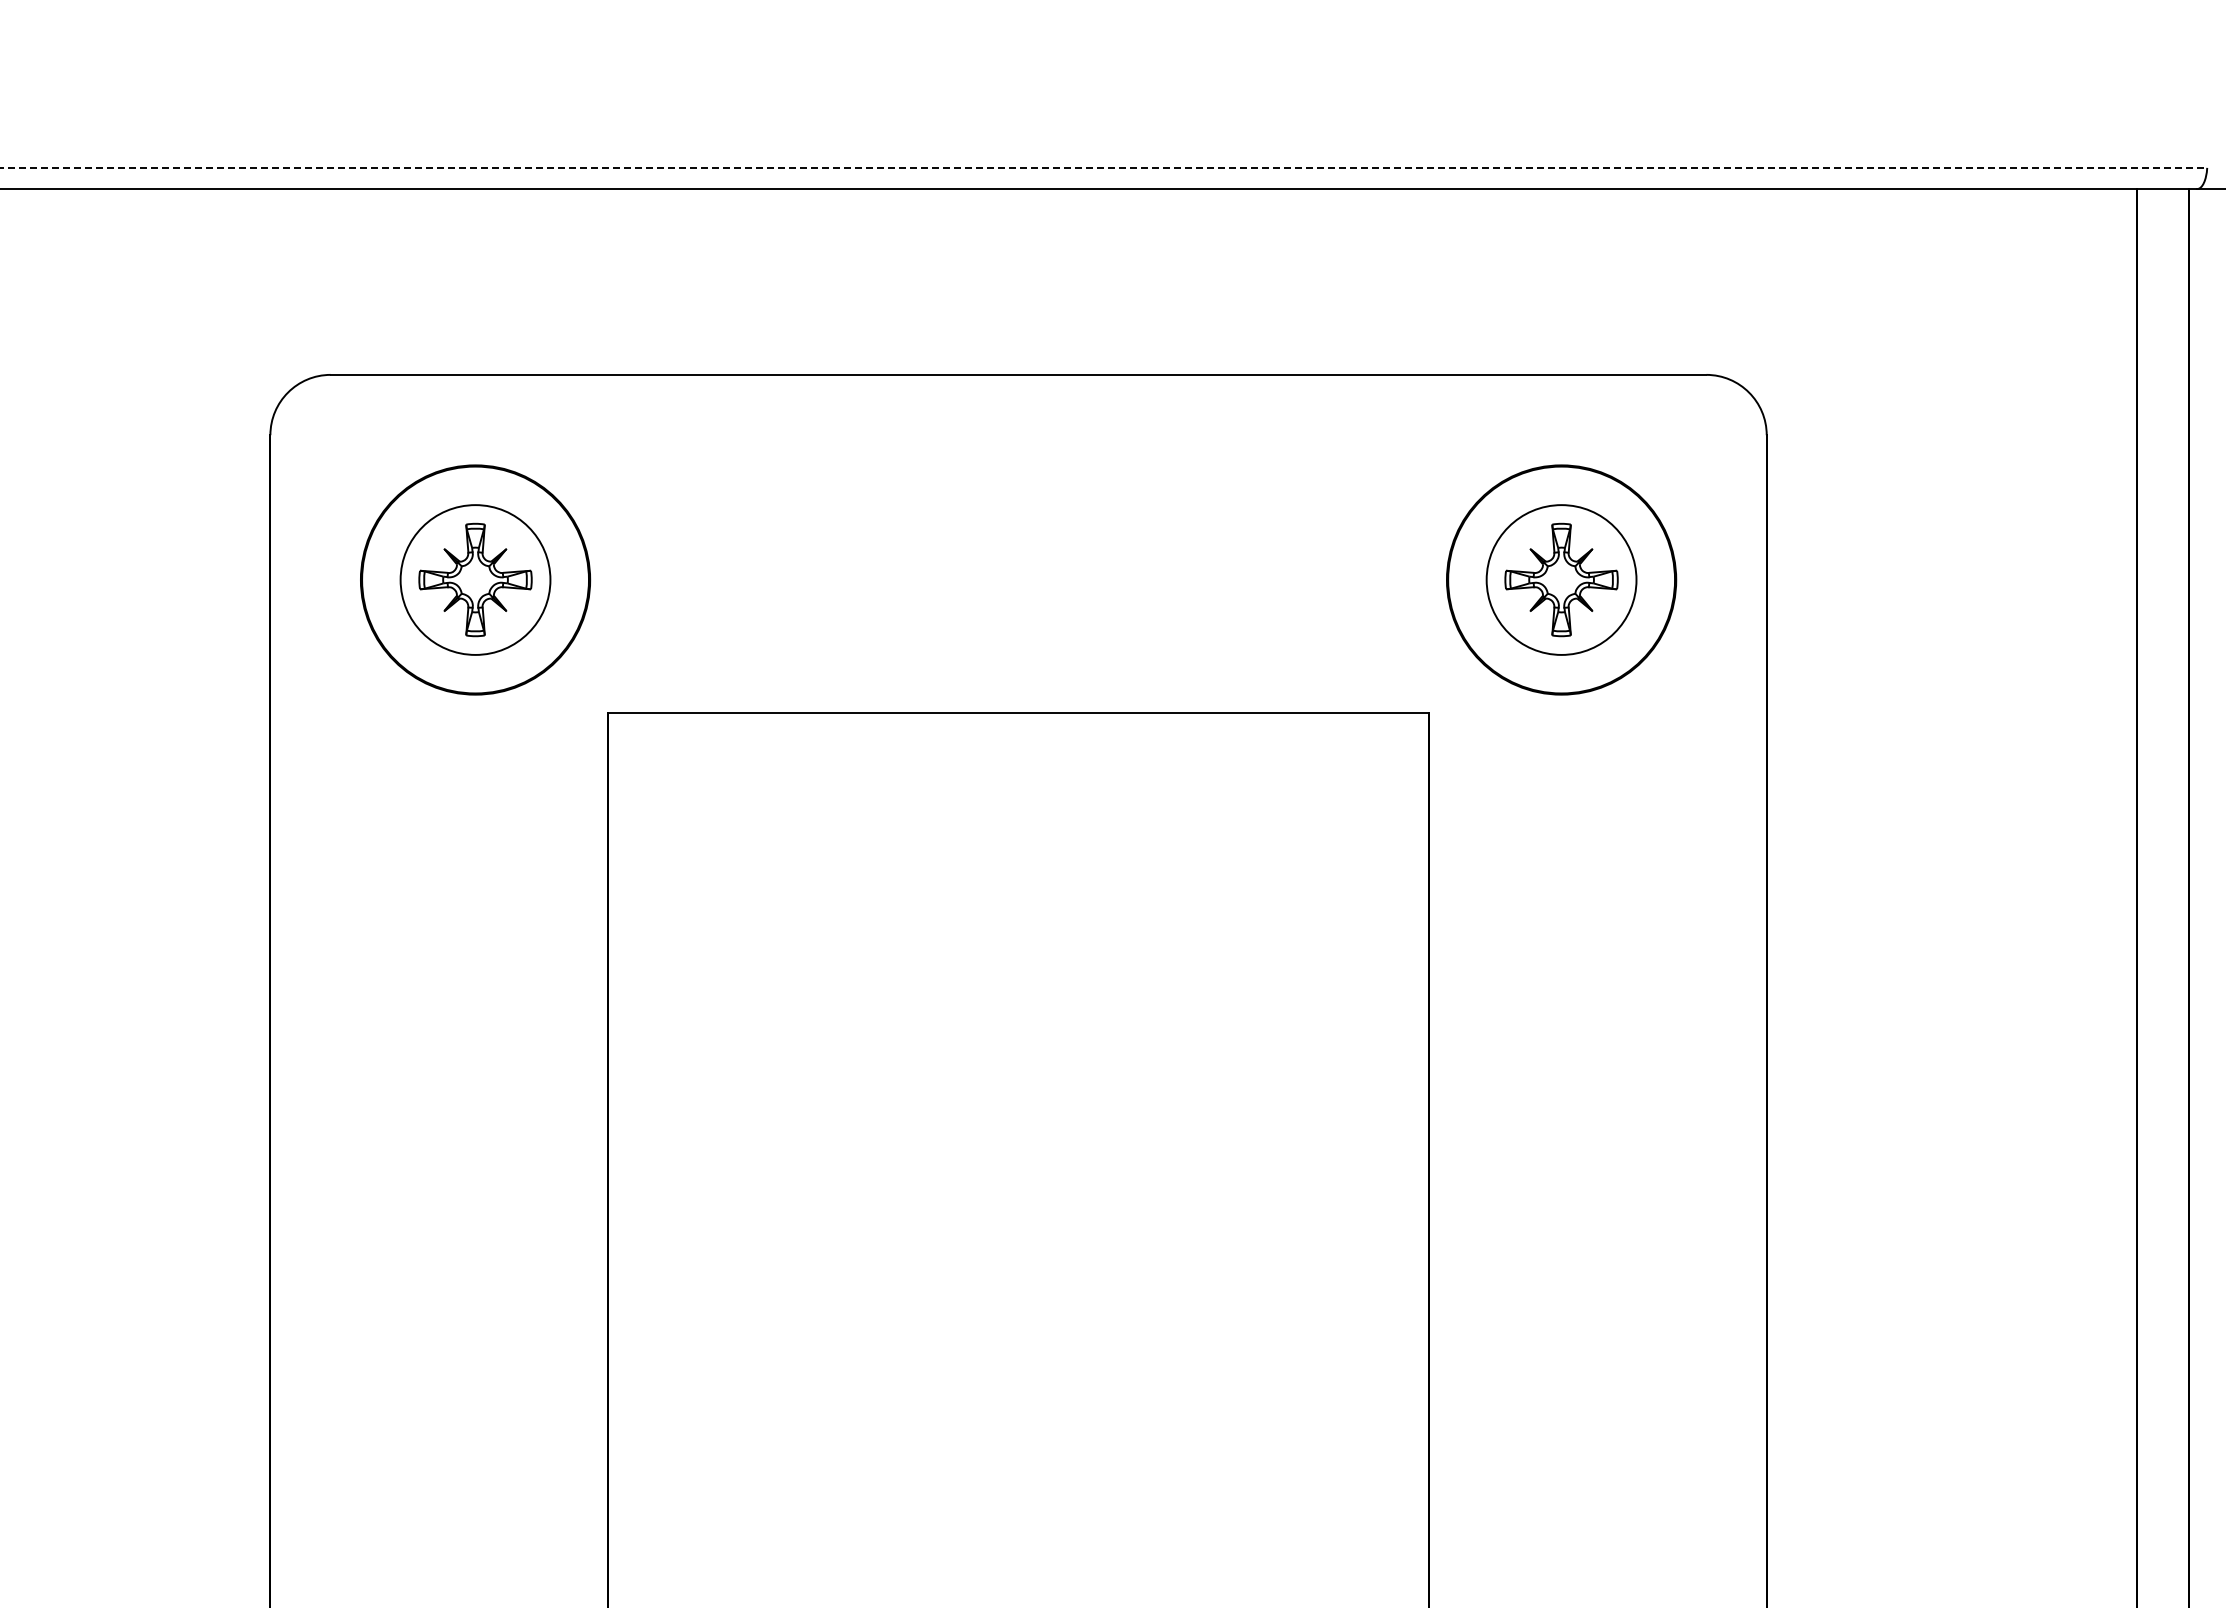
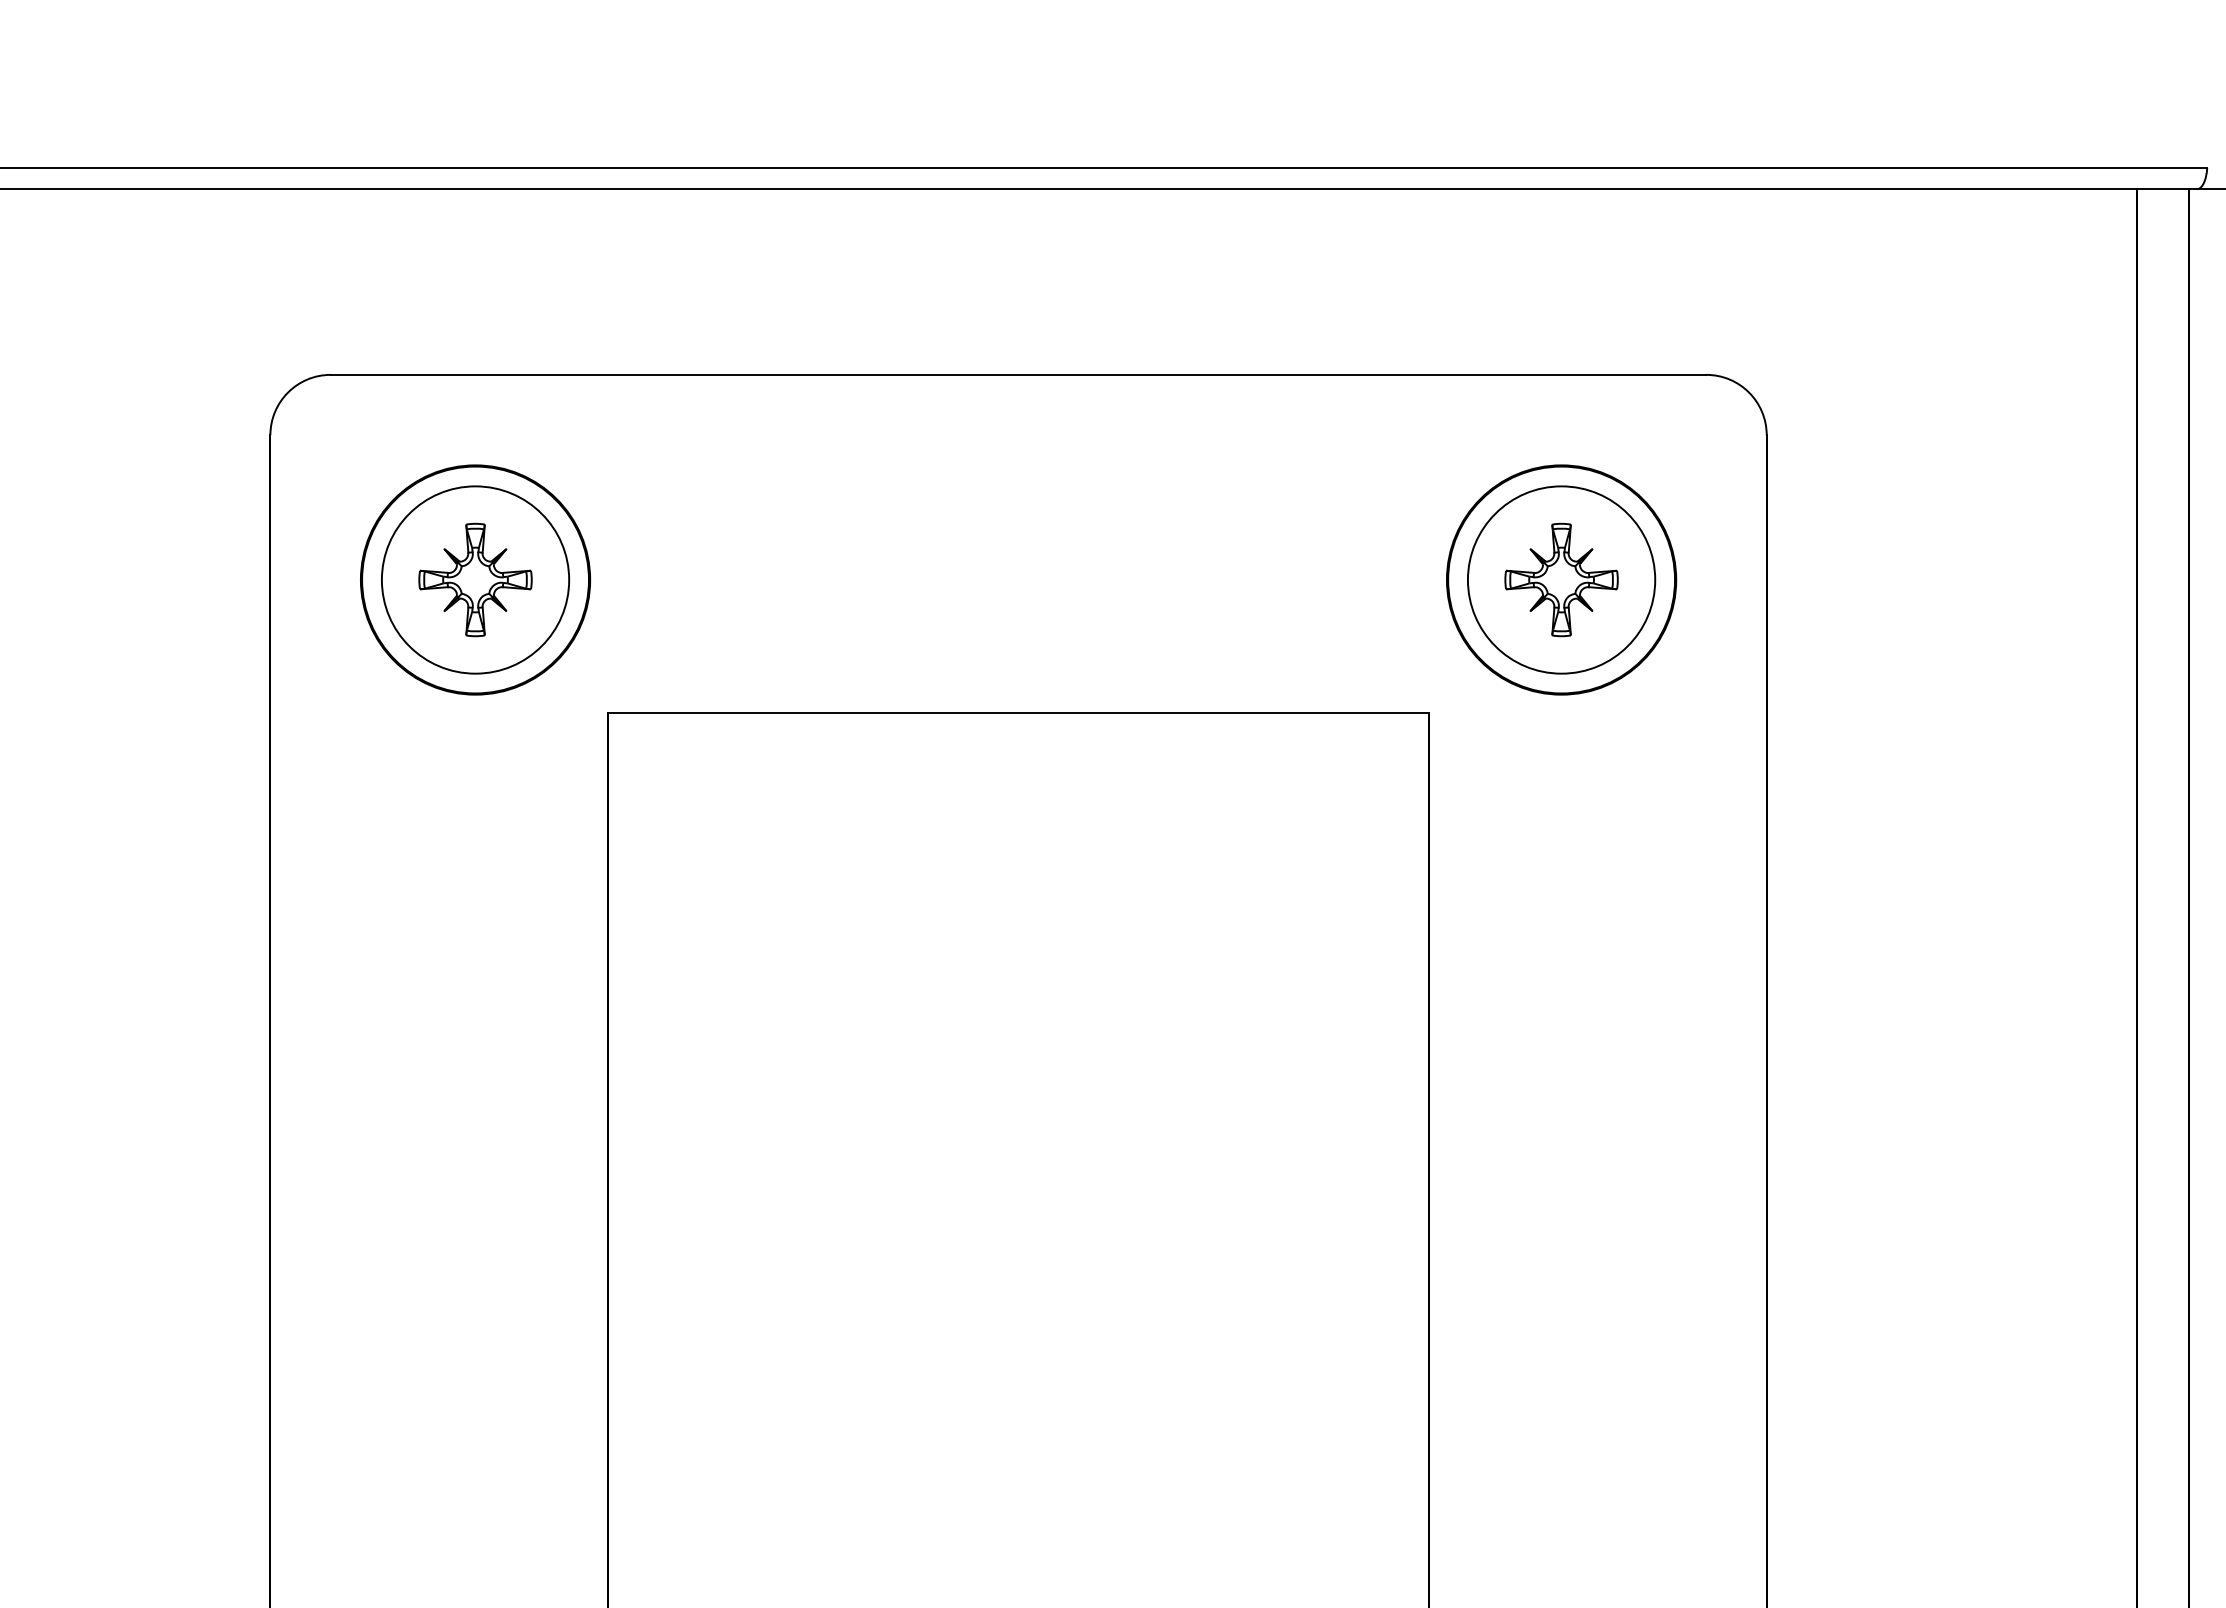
line at (1104, 168): dashed -> solid
circle at (475, 579) diameter: 150 px -> 187 px
circle at (1561, 579) diameter: 150 px -> 187 px
